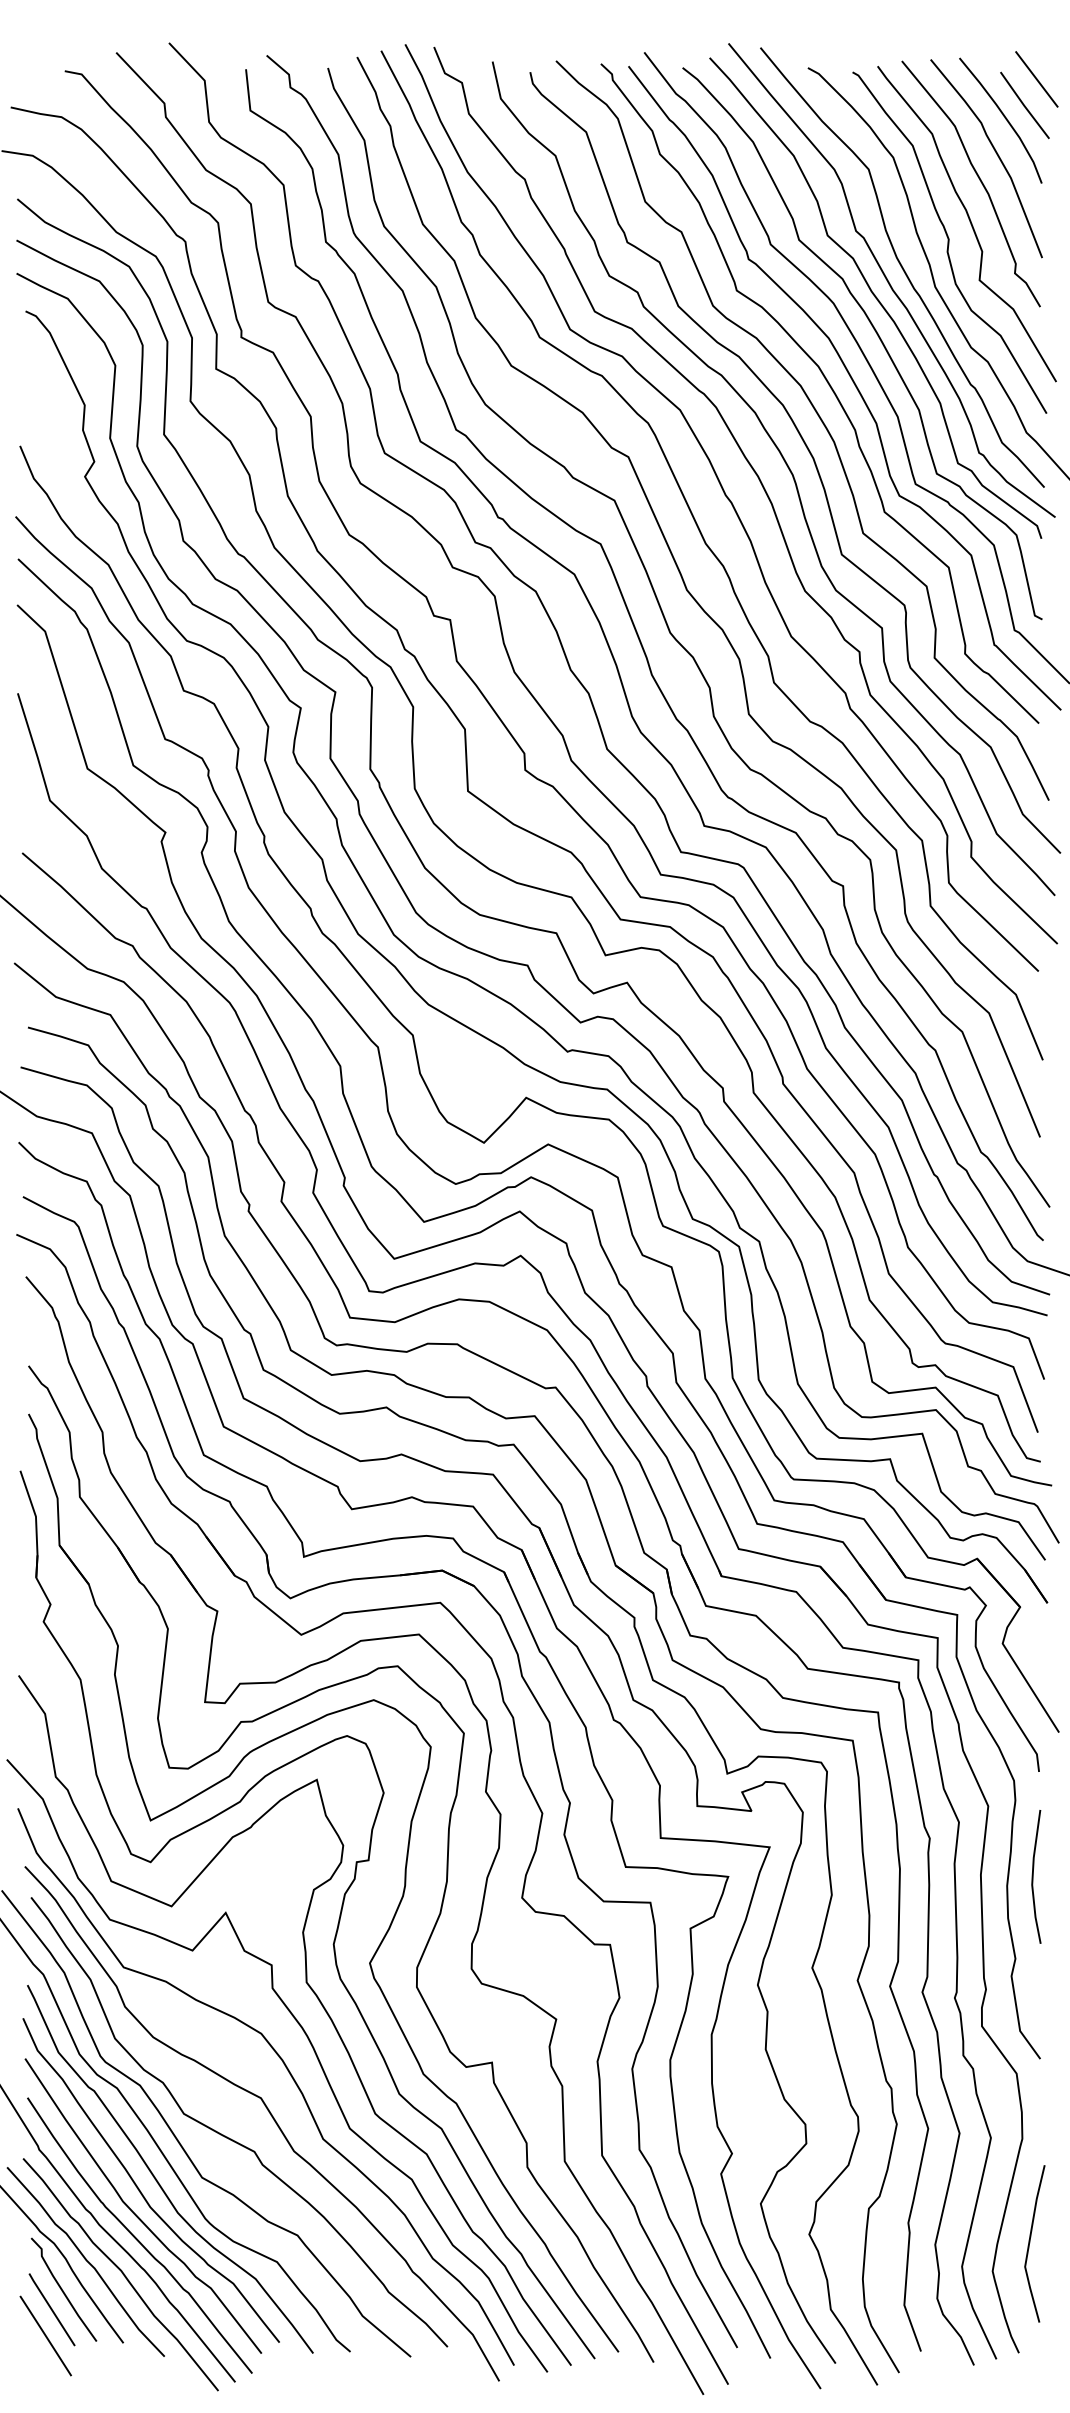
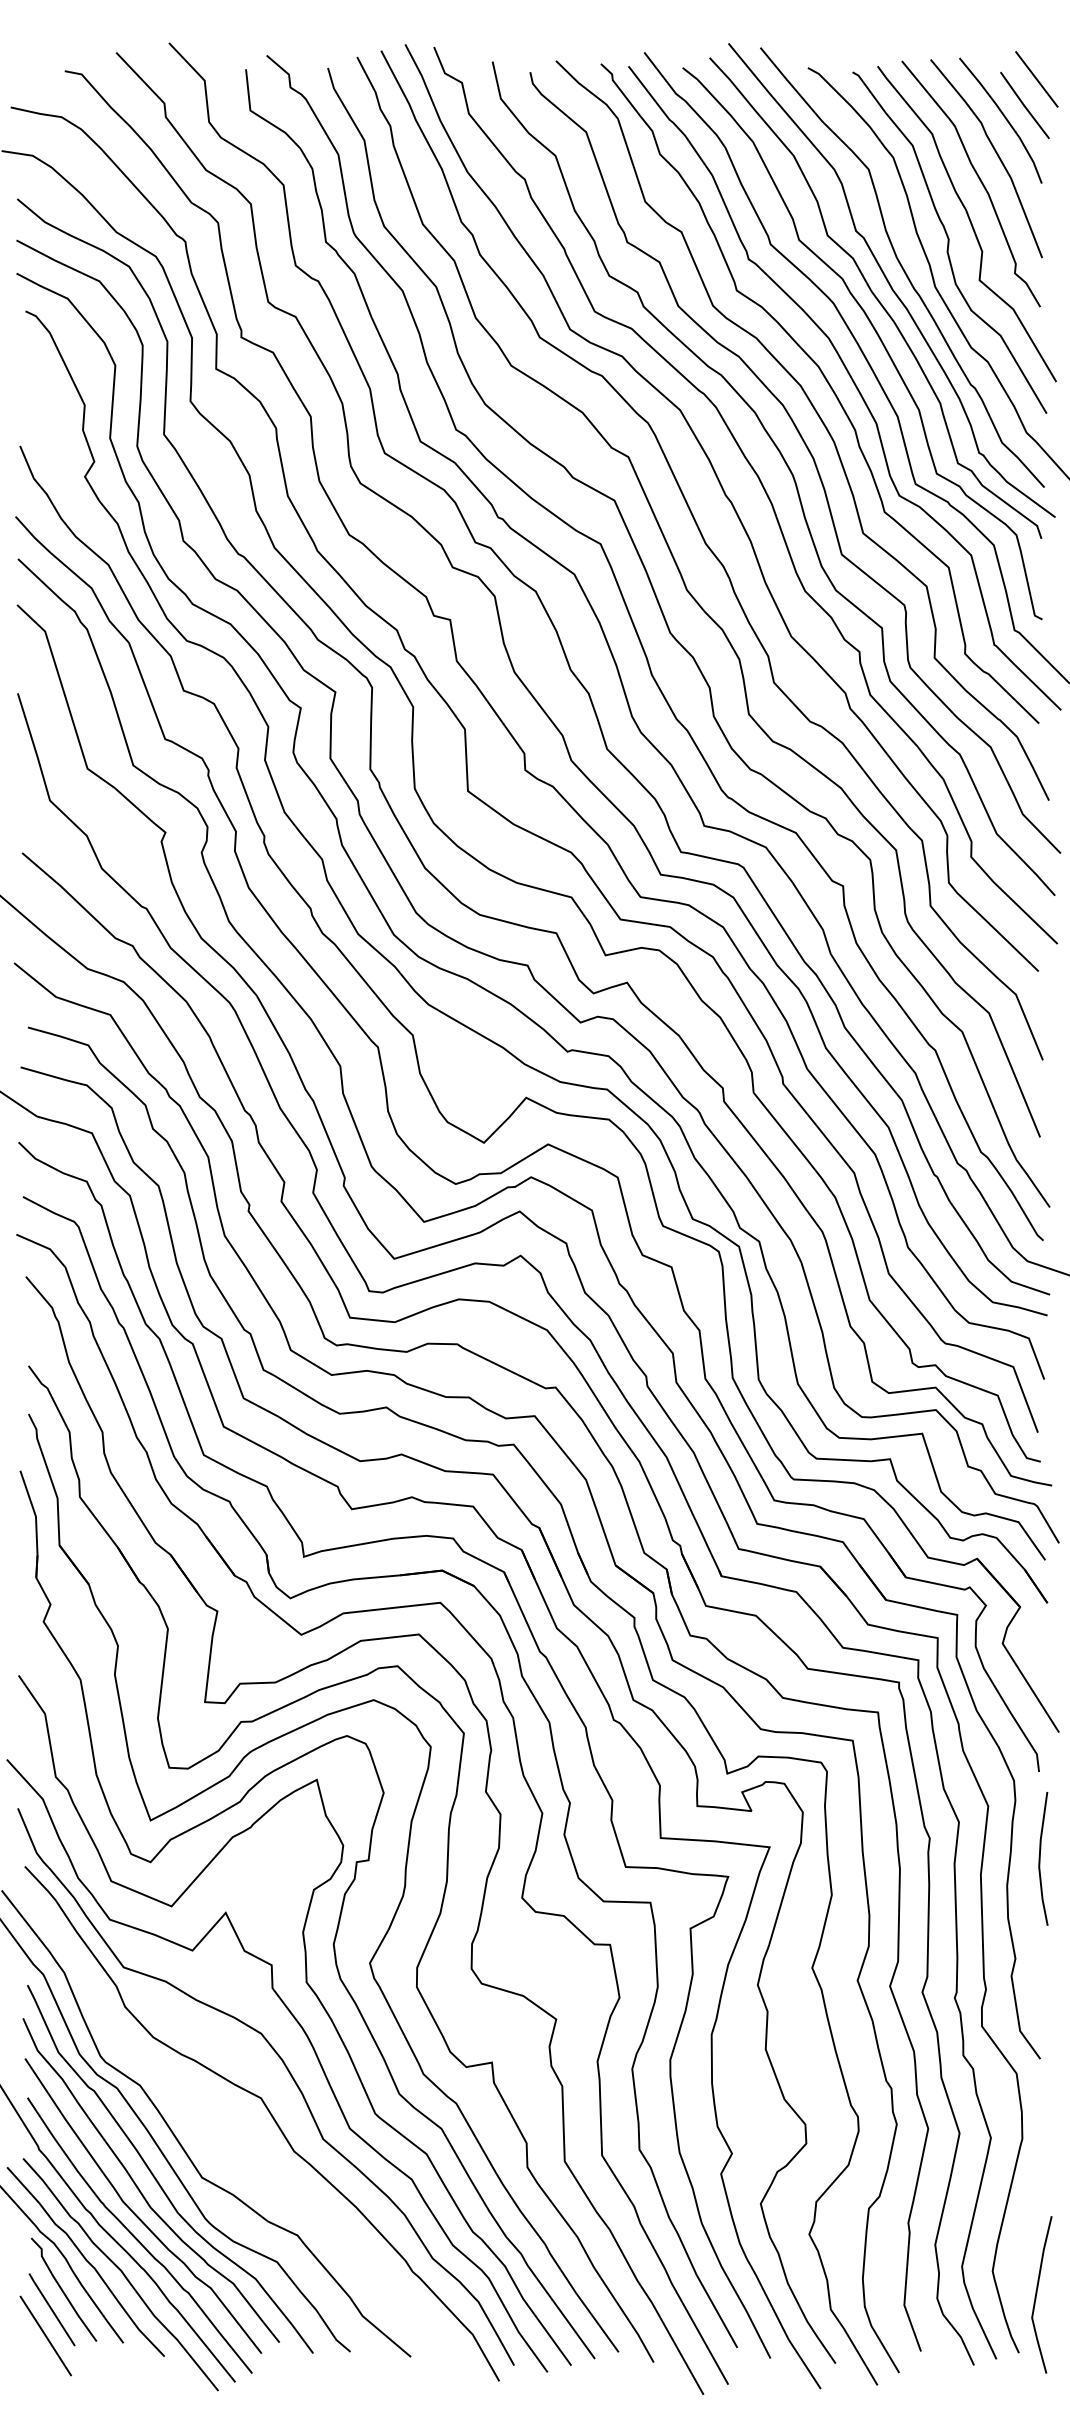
line at (1033, 1876) position: (1033, 1876) -> (1040, 1858)
curve at (231, 2138): present -> none
line at (1030, 2243) position: (1030, 2243) -> (1037, 2294)
